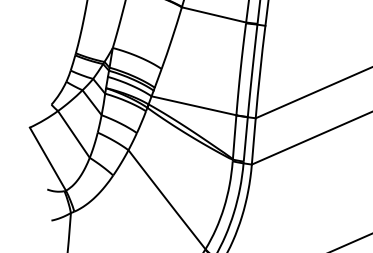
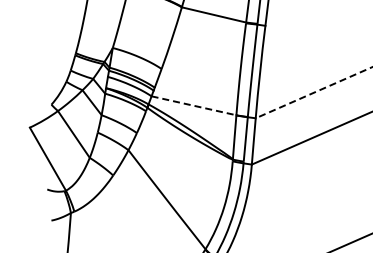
line at (314, 92): solid -> dashed
line at (194, 105): solid -> dashed
